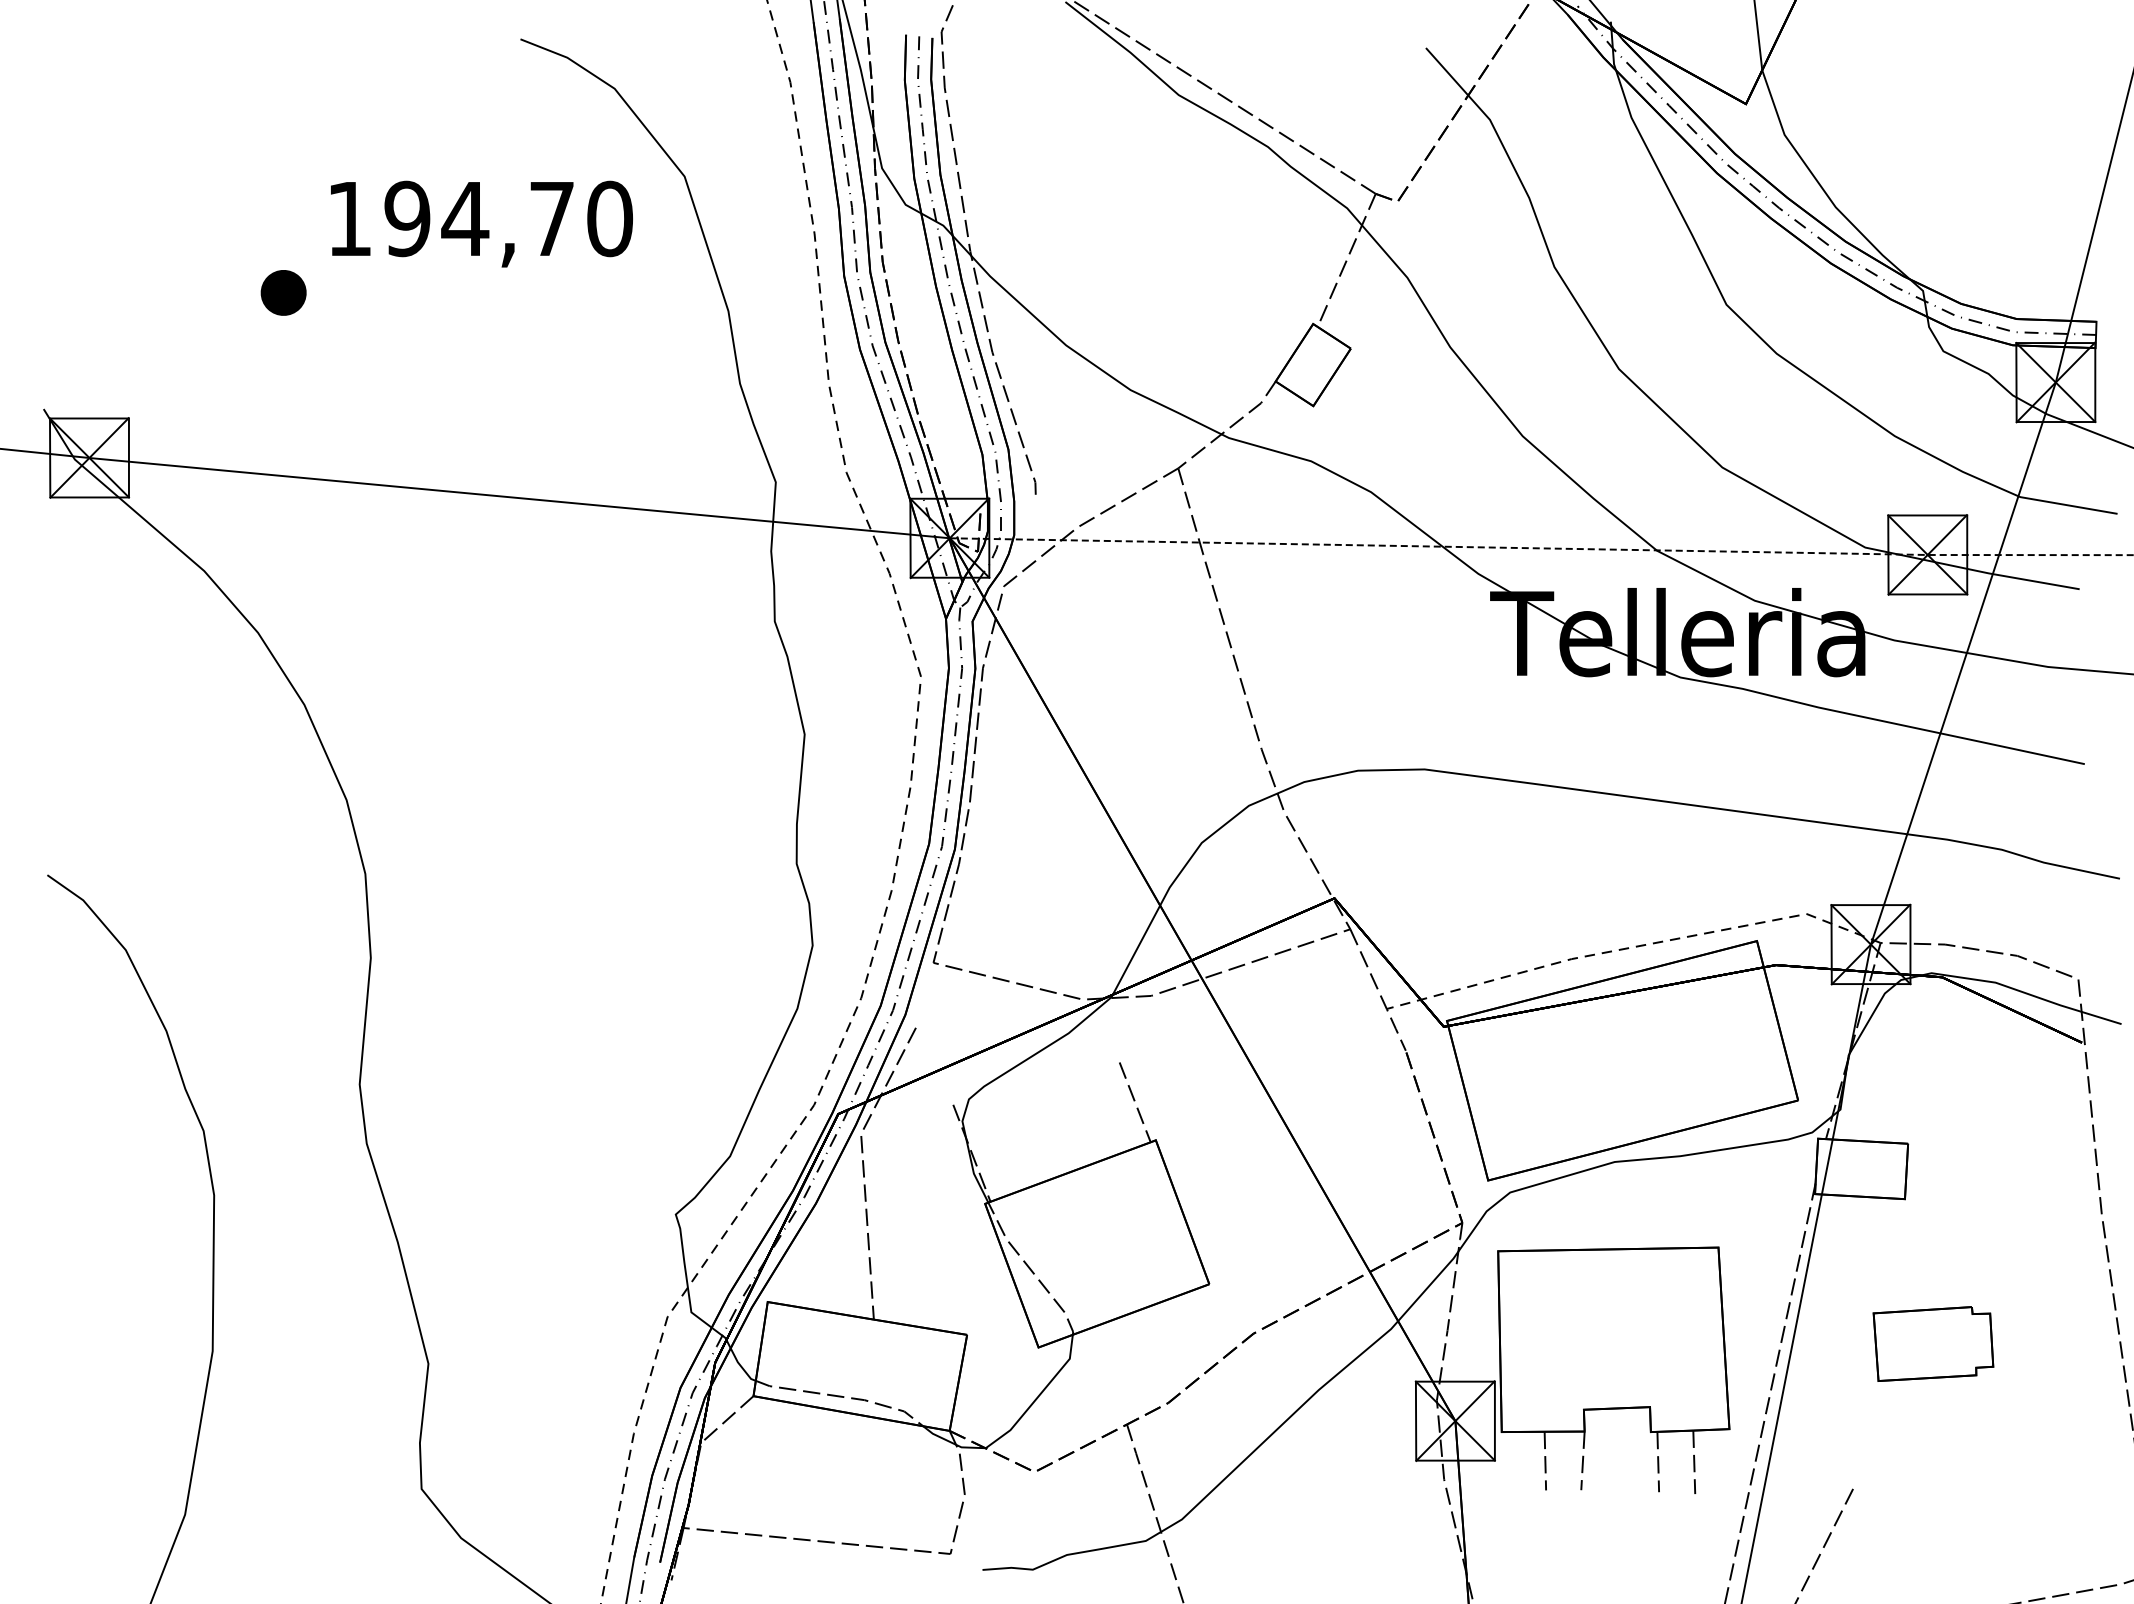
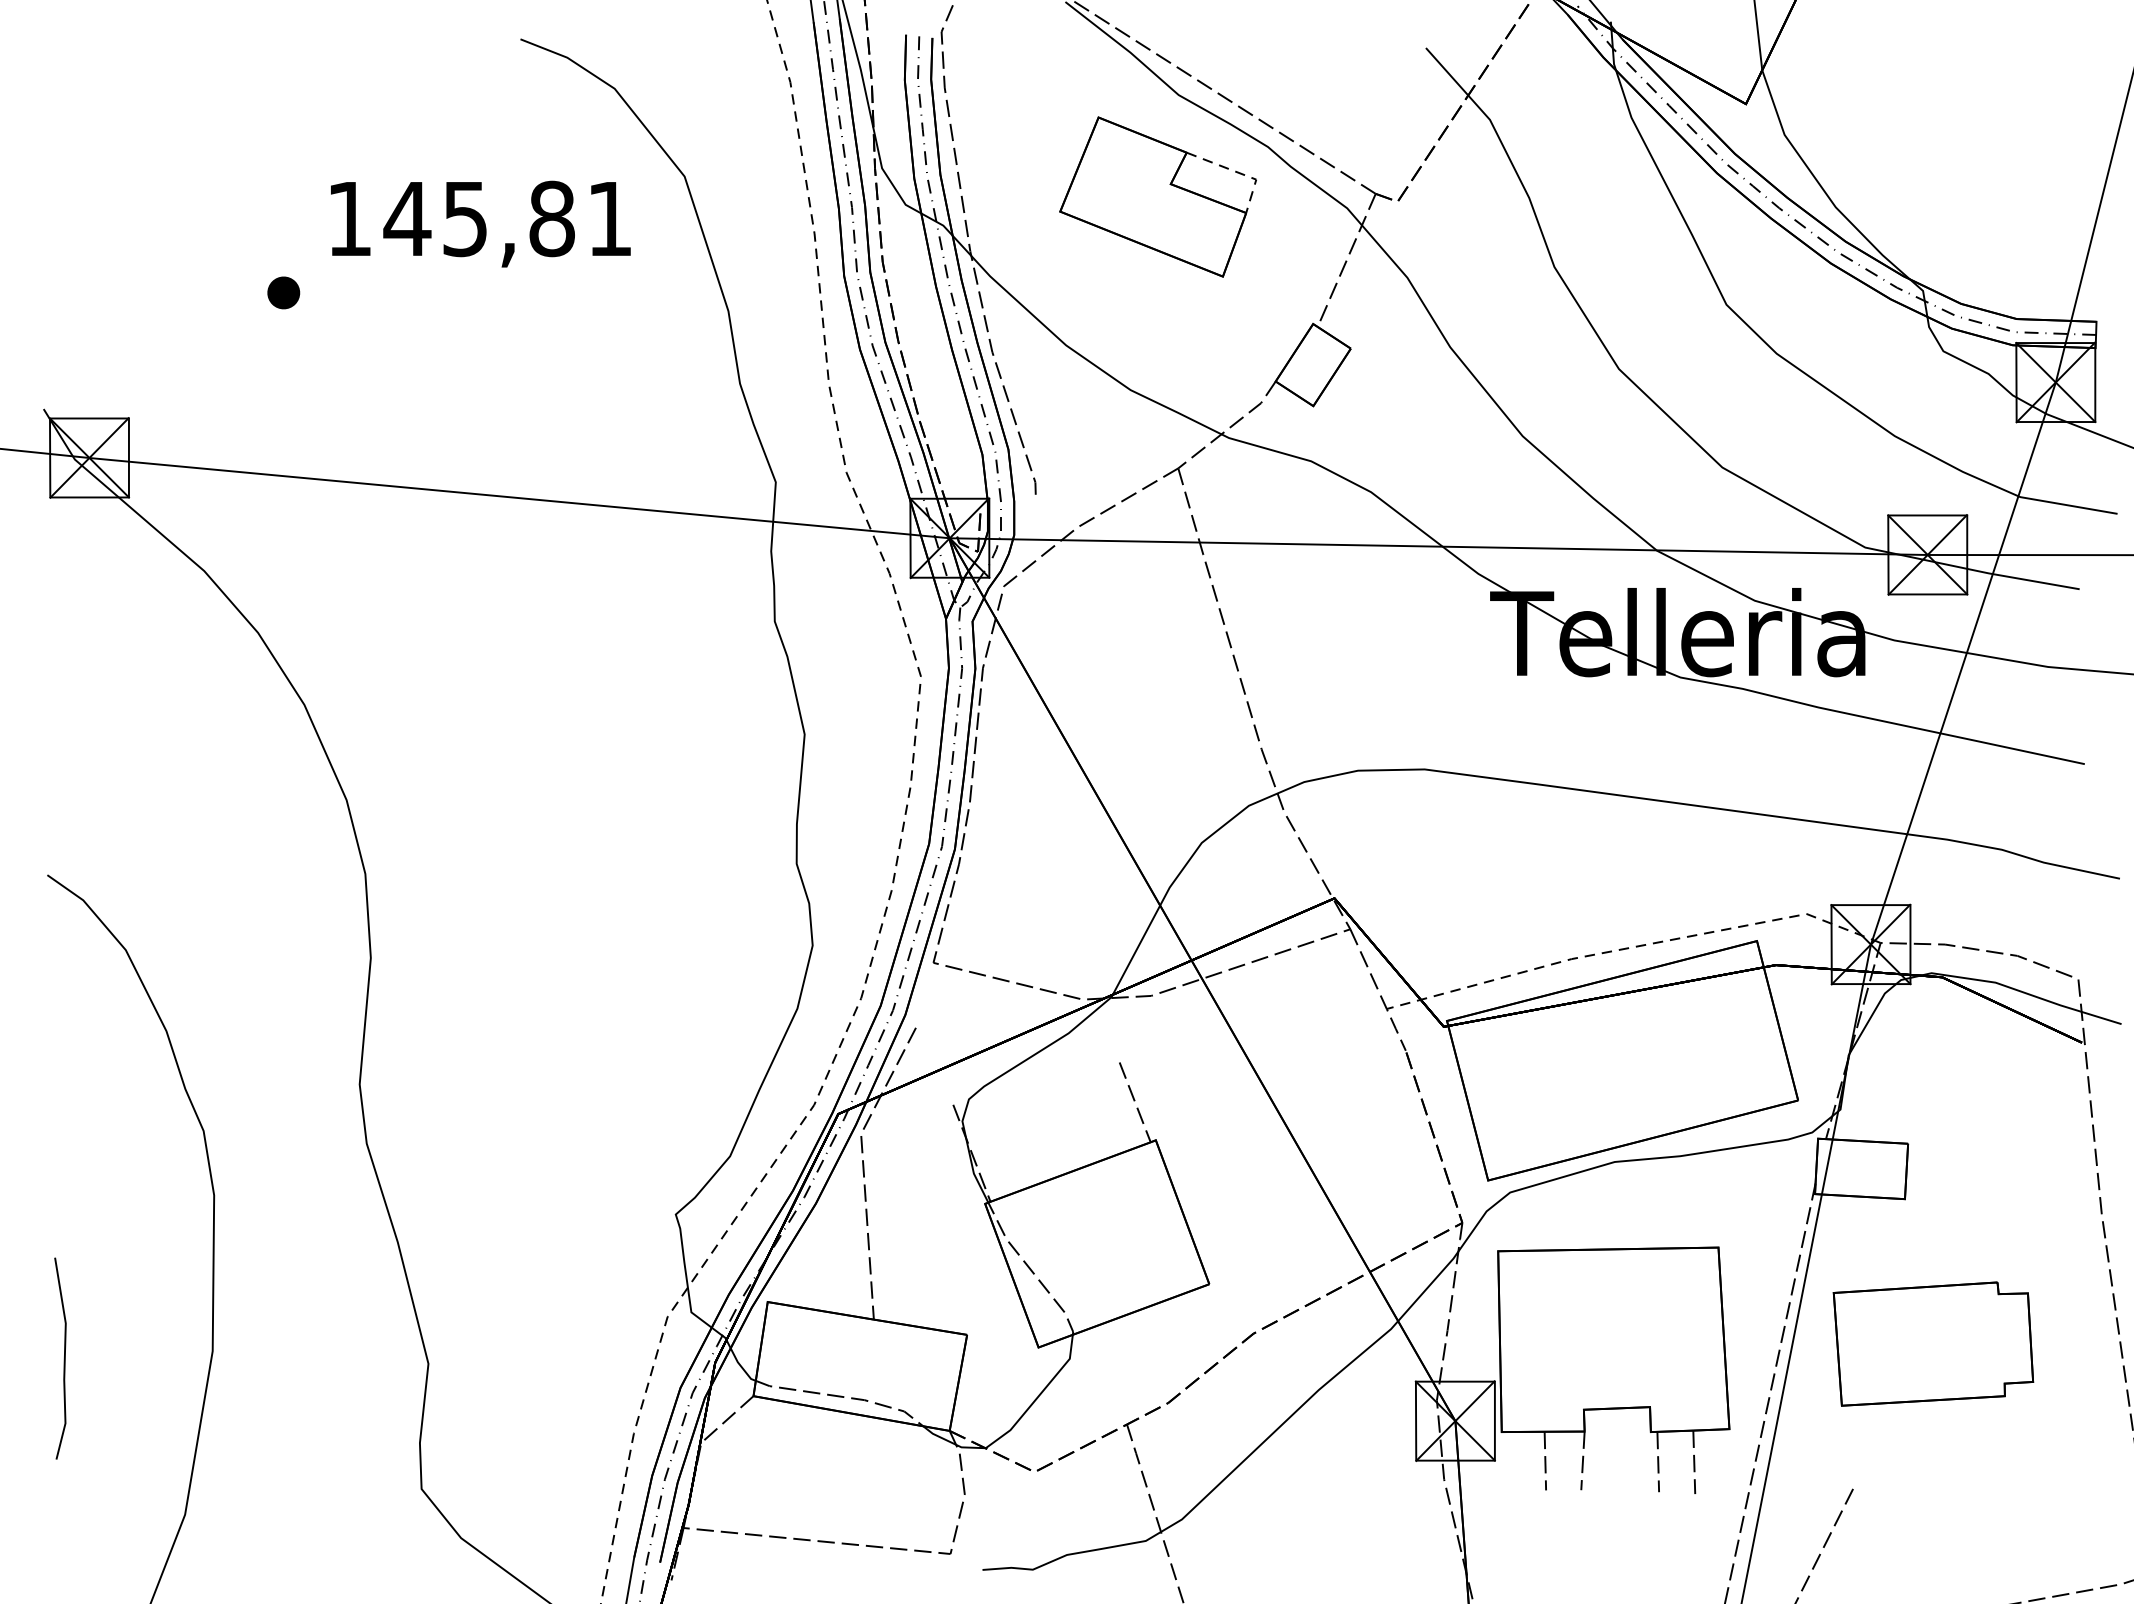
part at (1157, 196): none -> present
text at (507, 218): 194,70 -> 145,81
part at (283, 292) size: 47x46 px -> 34x34 px
line at (1542, 548): dashed -> solid
part at (1933, 1343) size: 123x76 px -> 203x126 px
line at (63, 1358): none -> present
